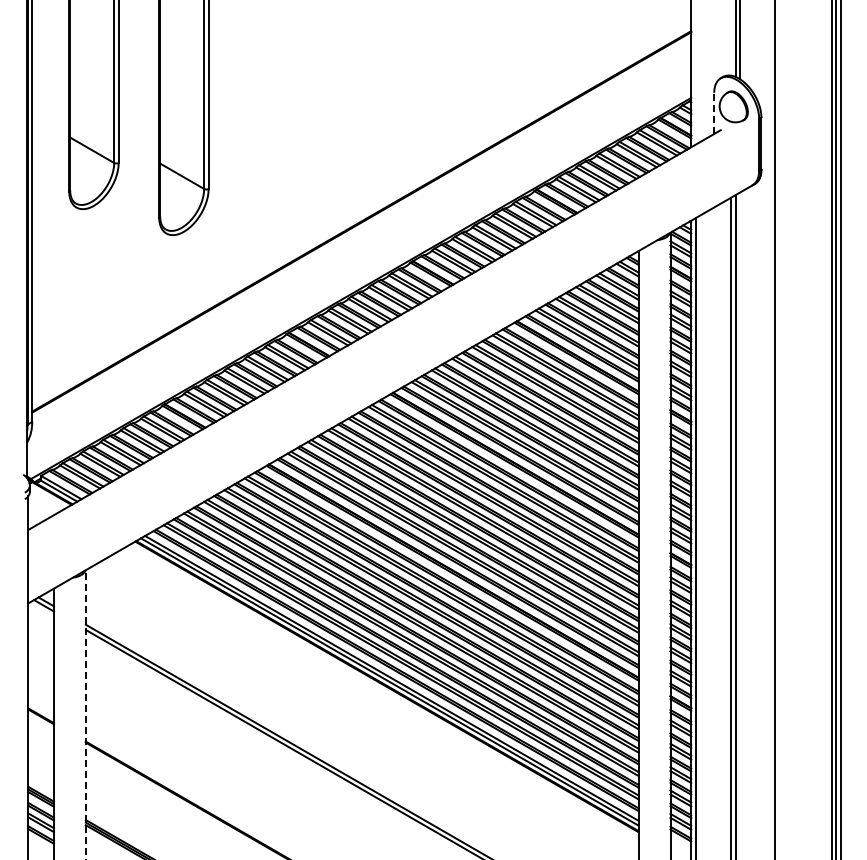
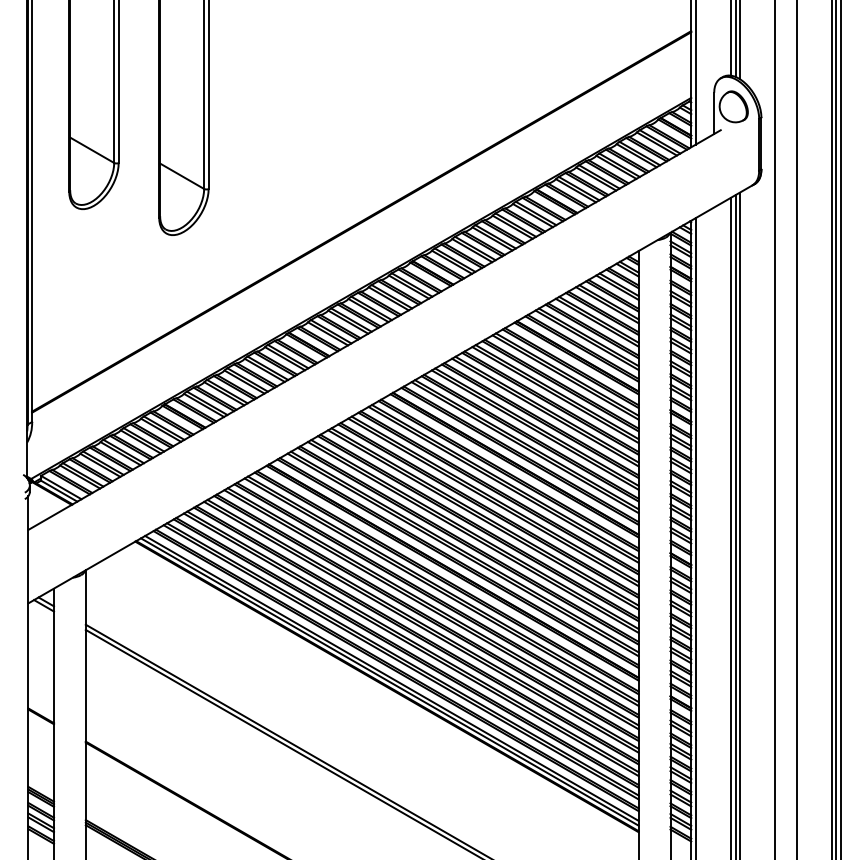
line at (730, 38): none -> present
line at (695, 73): none -> present
line at (714, 113): dashed -> solid
line at (797, 429): none -> present
line at (739, 524): none -> present
line at (85, 714): dashed -> solid
